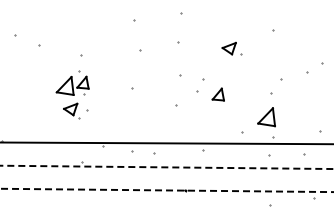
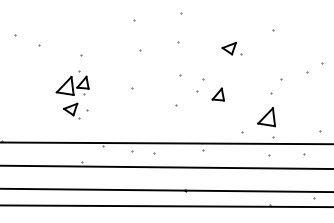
line at (166, 167): dashed -> solid
line at (167, 190): dashed -> solid
line at (166, 206): none -> present
